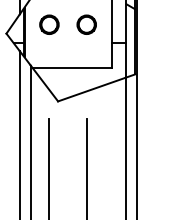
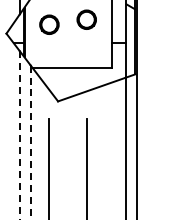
circle at (86, 24) position: (86, 24) -> (86, 19)
line at (19, 135): solid -> dashed
line at (30, 142): solid -> dashed
